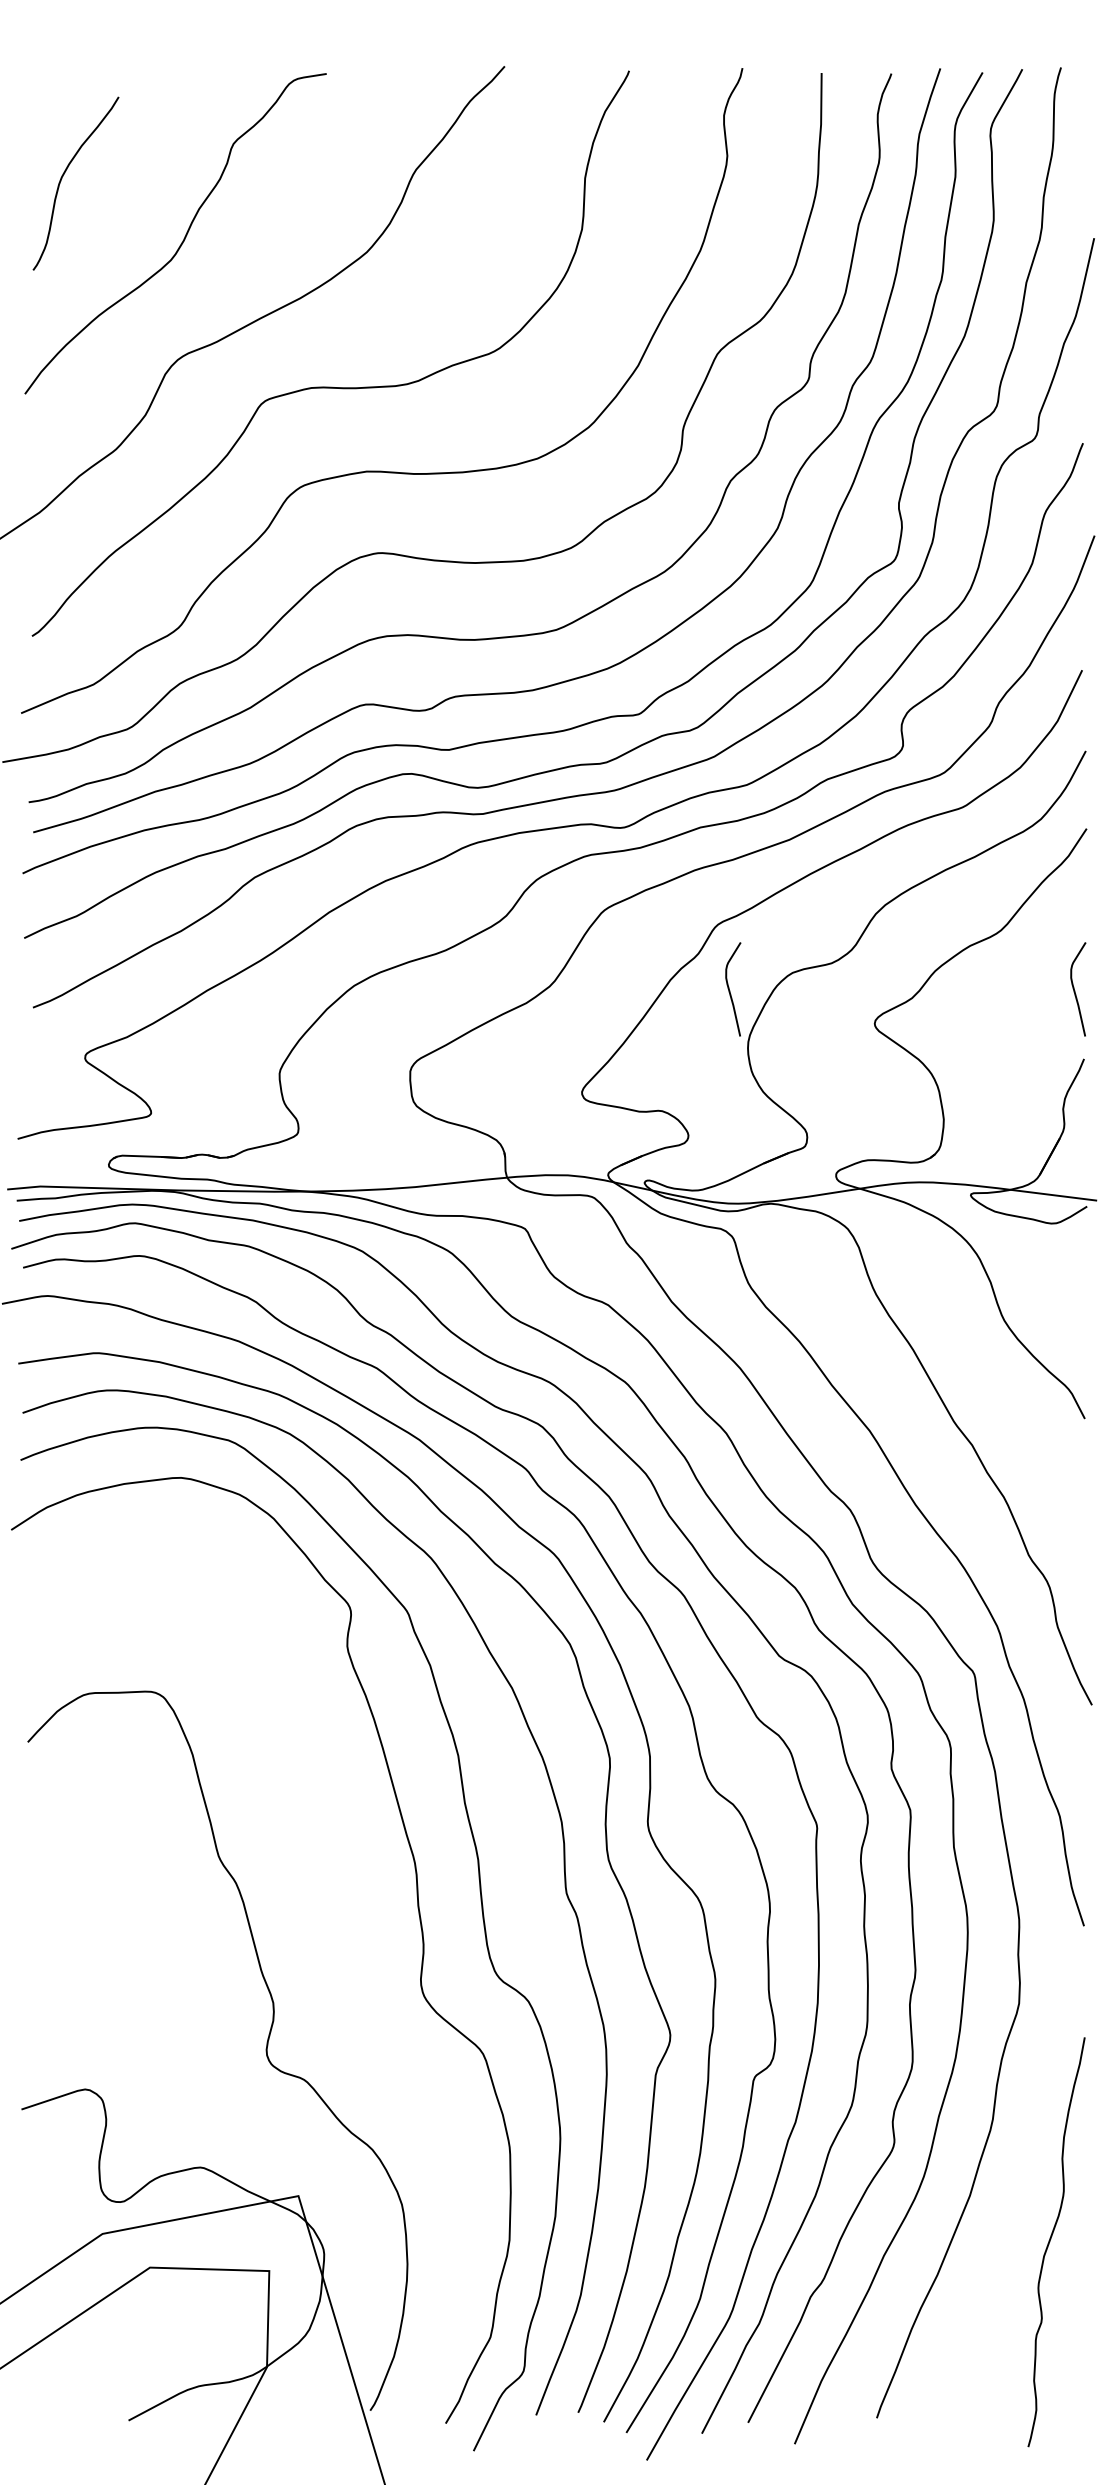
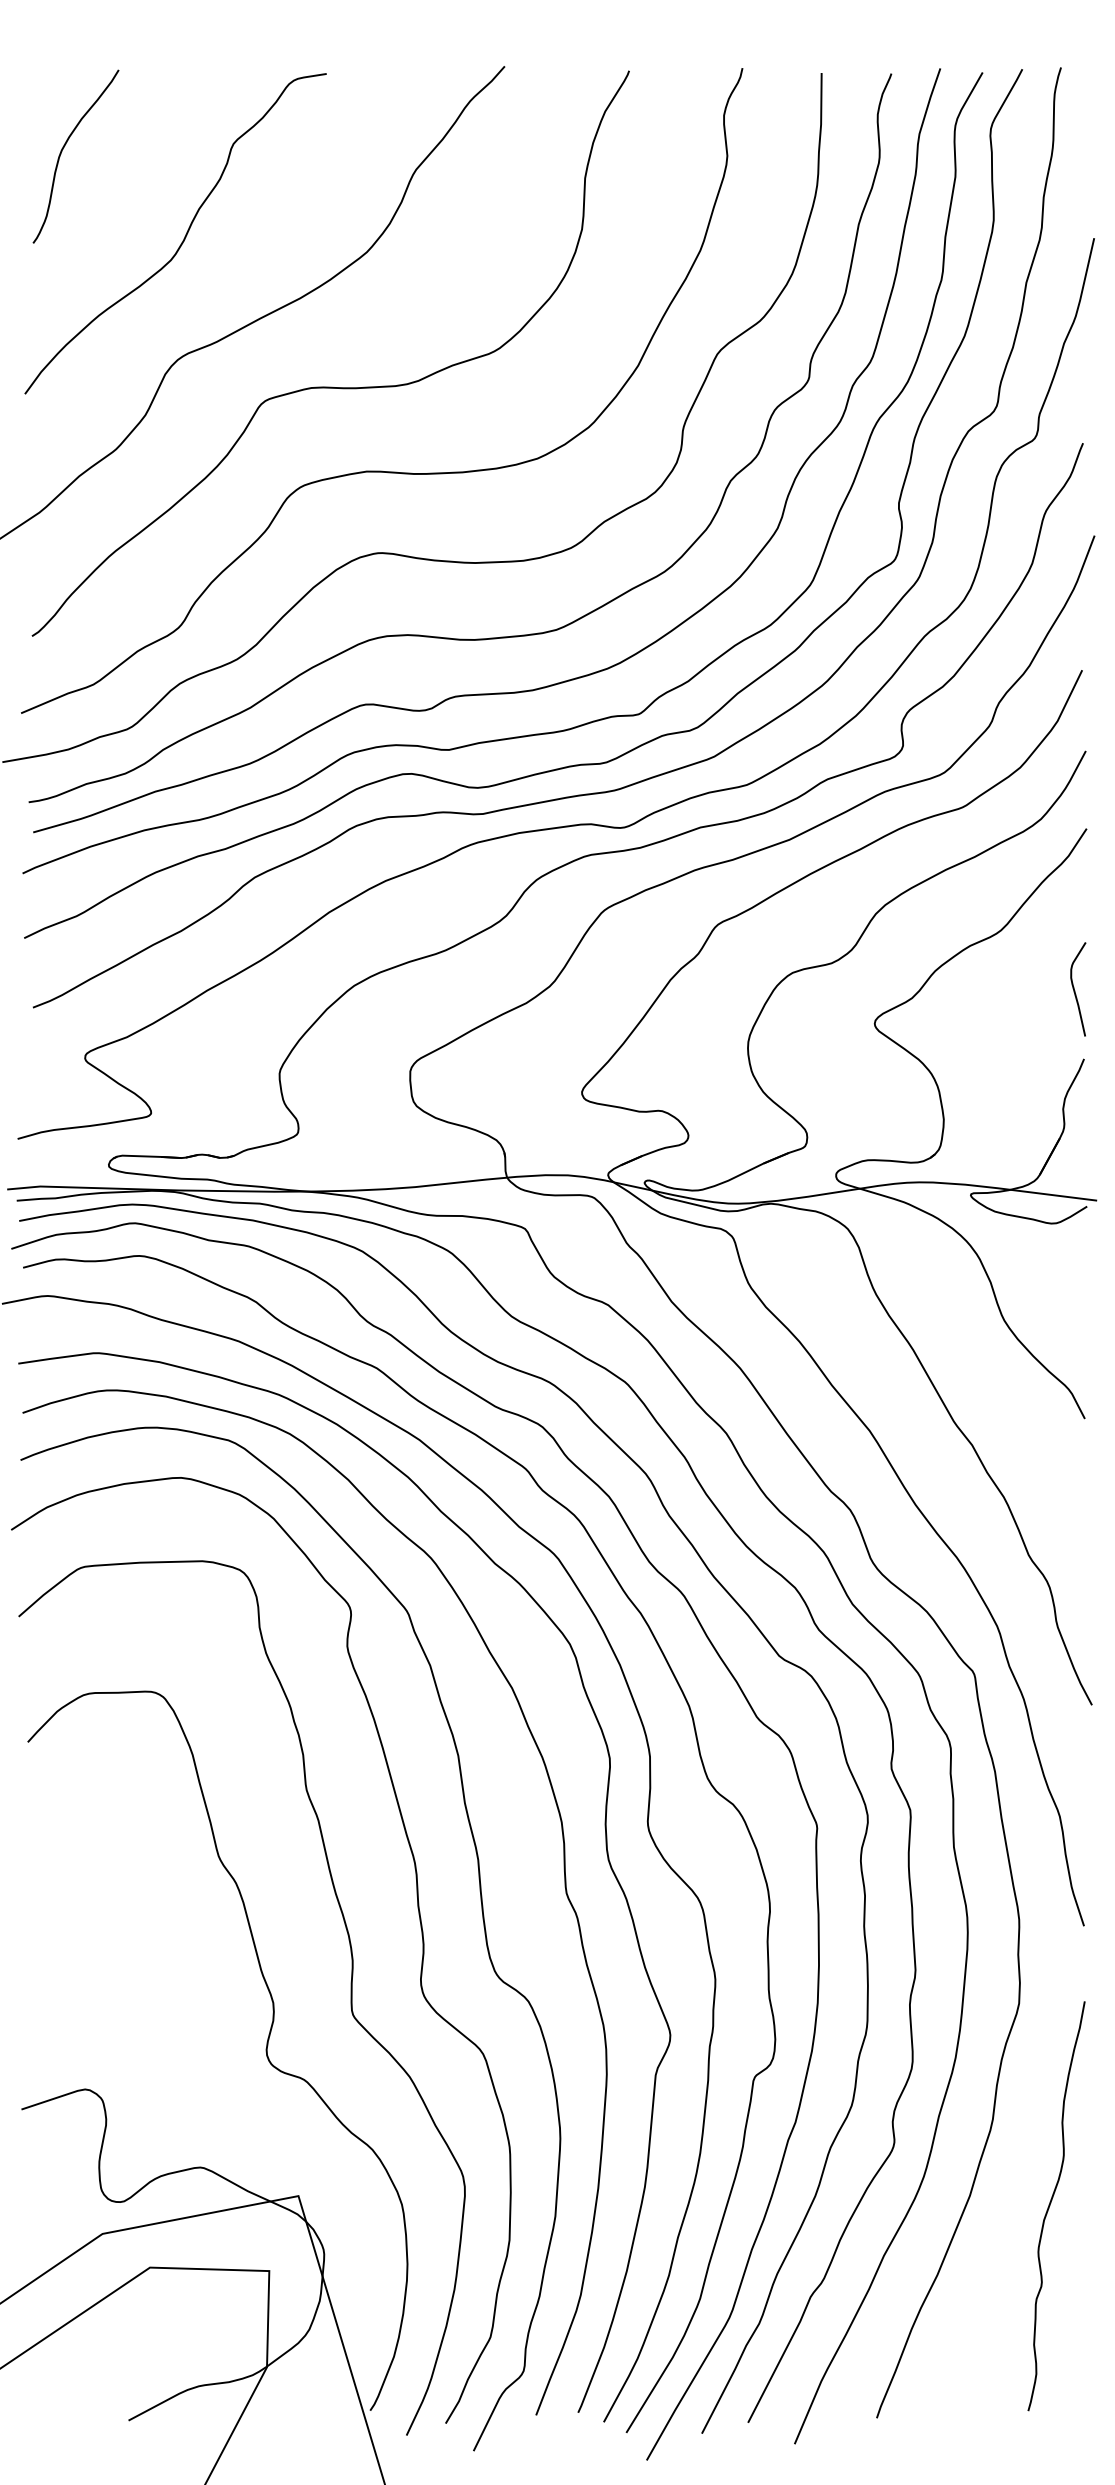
curve at (63, 176) position: (63, 176) -> (63, 149)
curve at (730, 990): present -> none
curve at (350, 1997): none -> present
curve at (1051, 2239) position: (1051, 2239) -> (1051, 2203)
